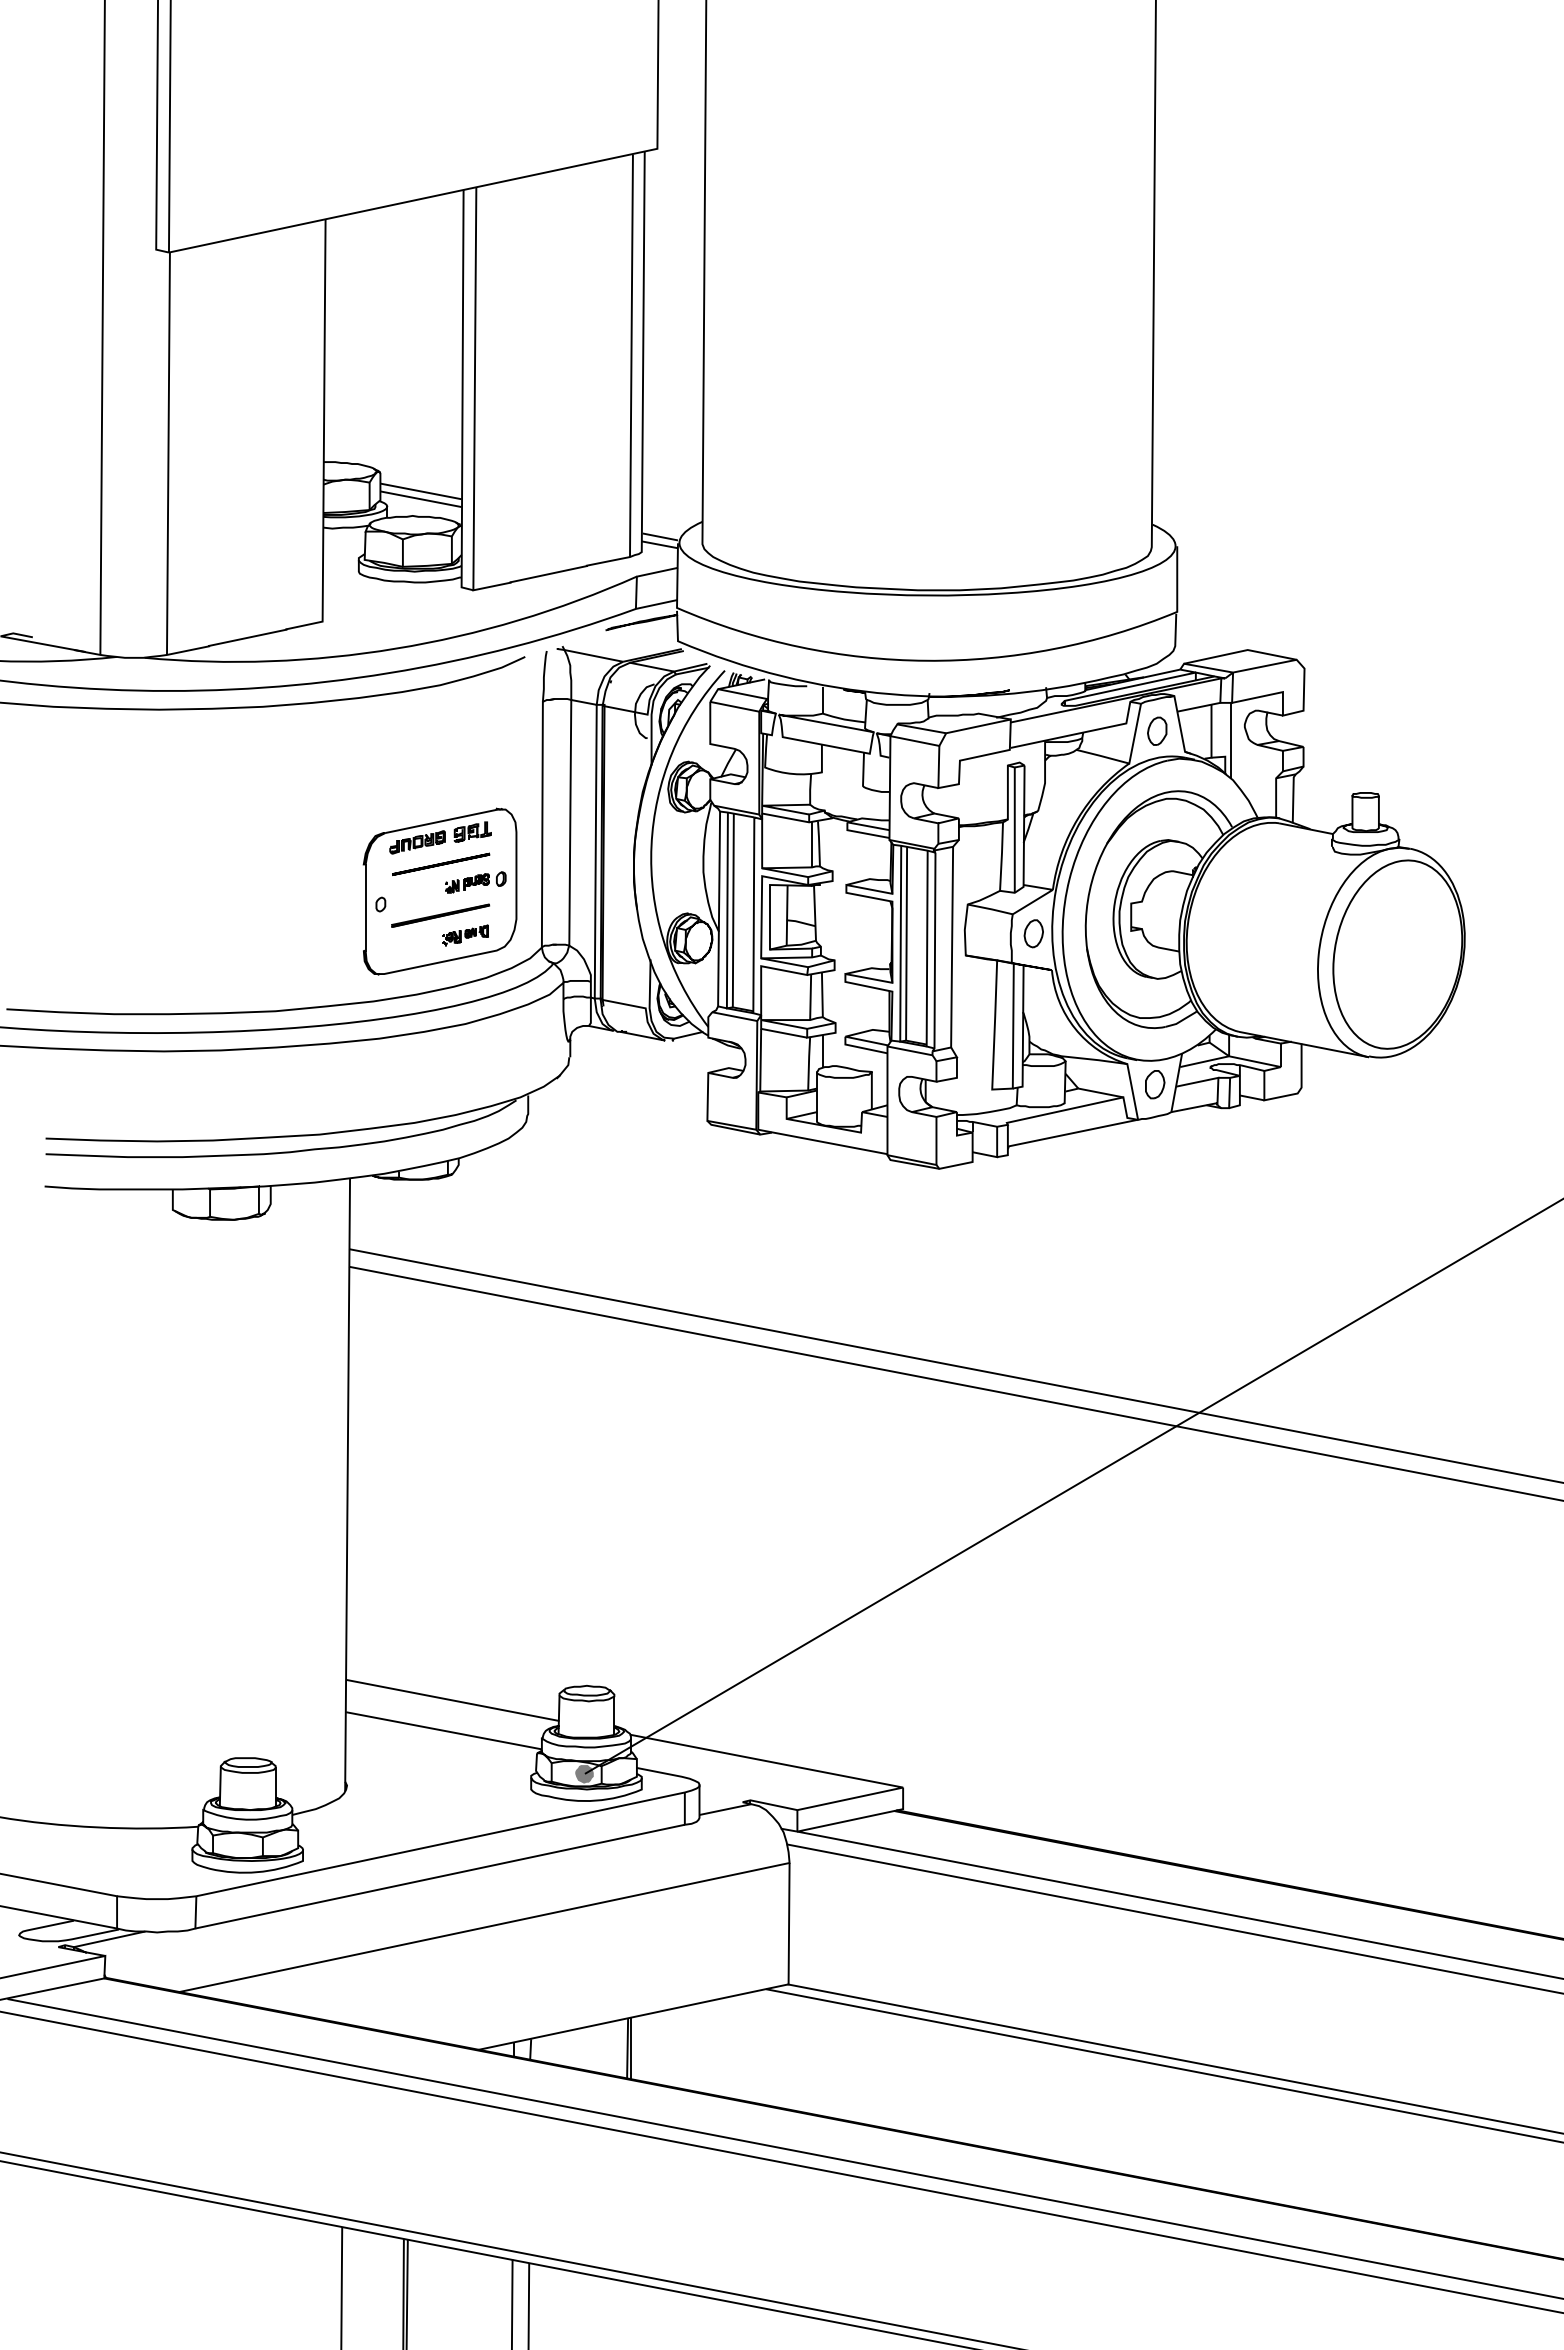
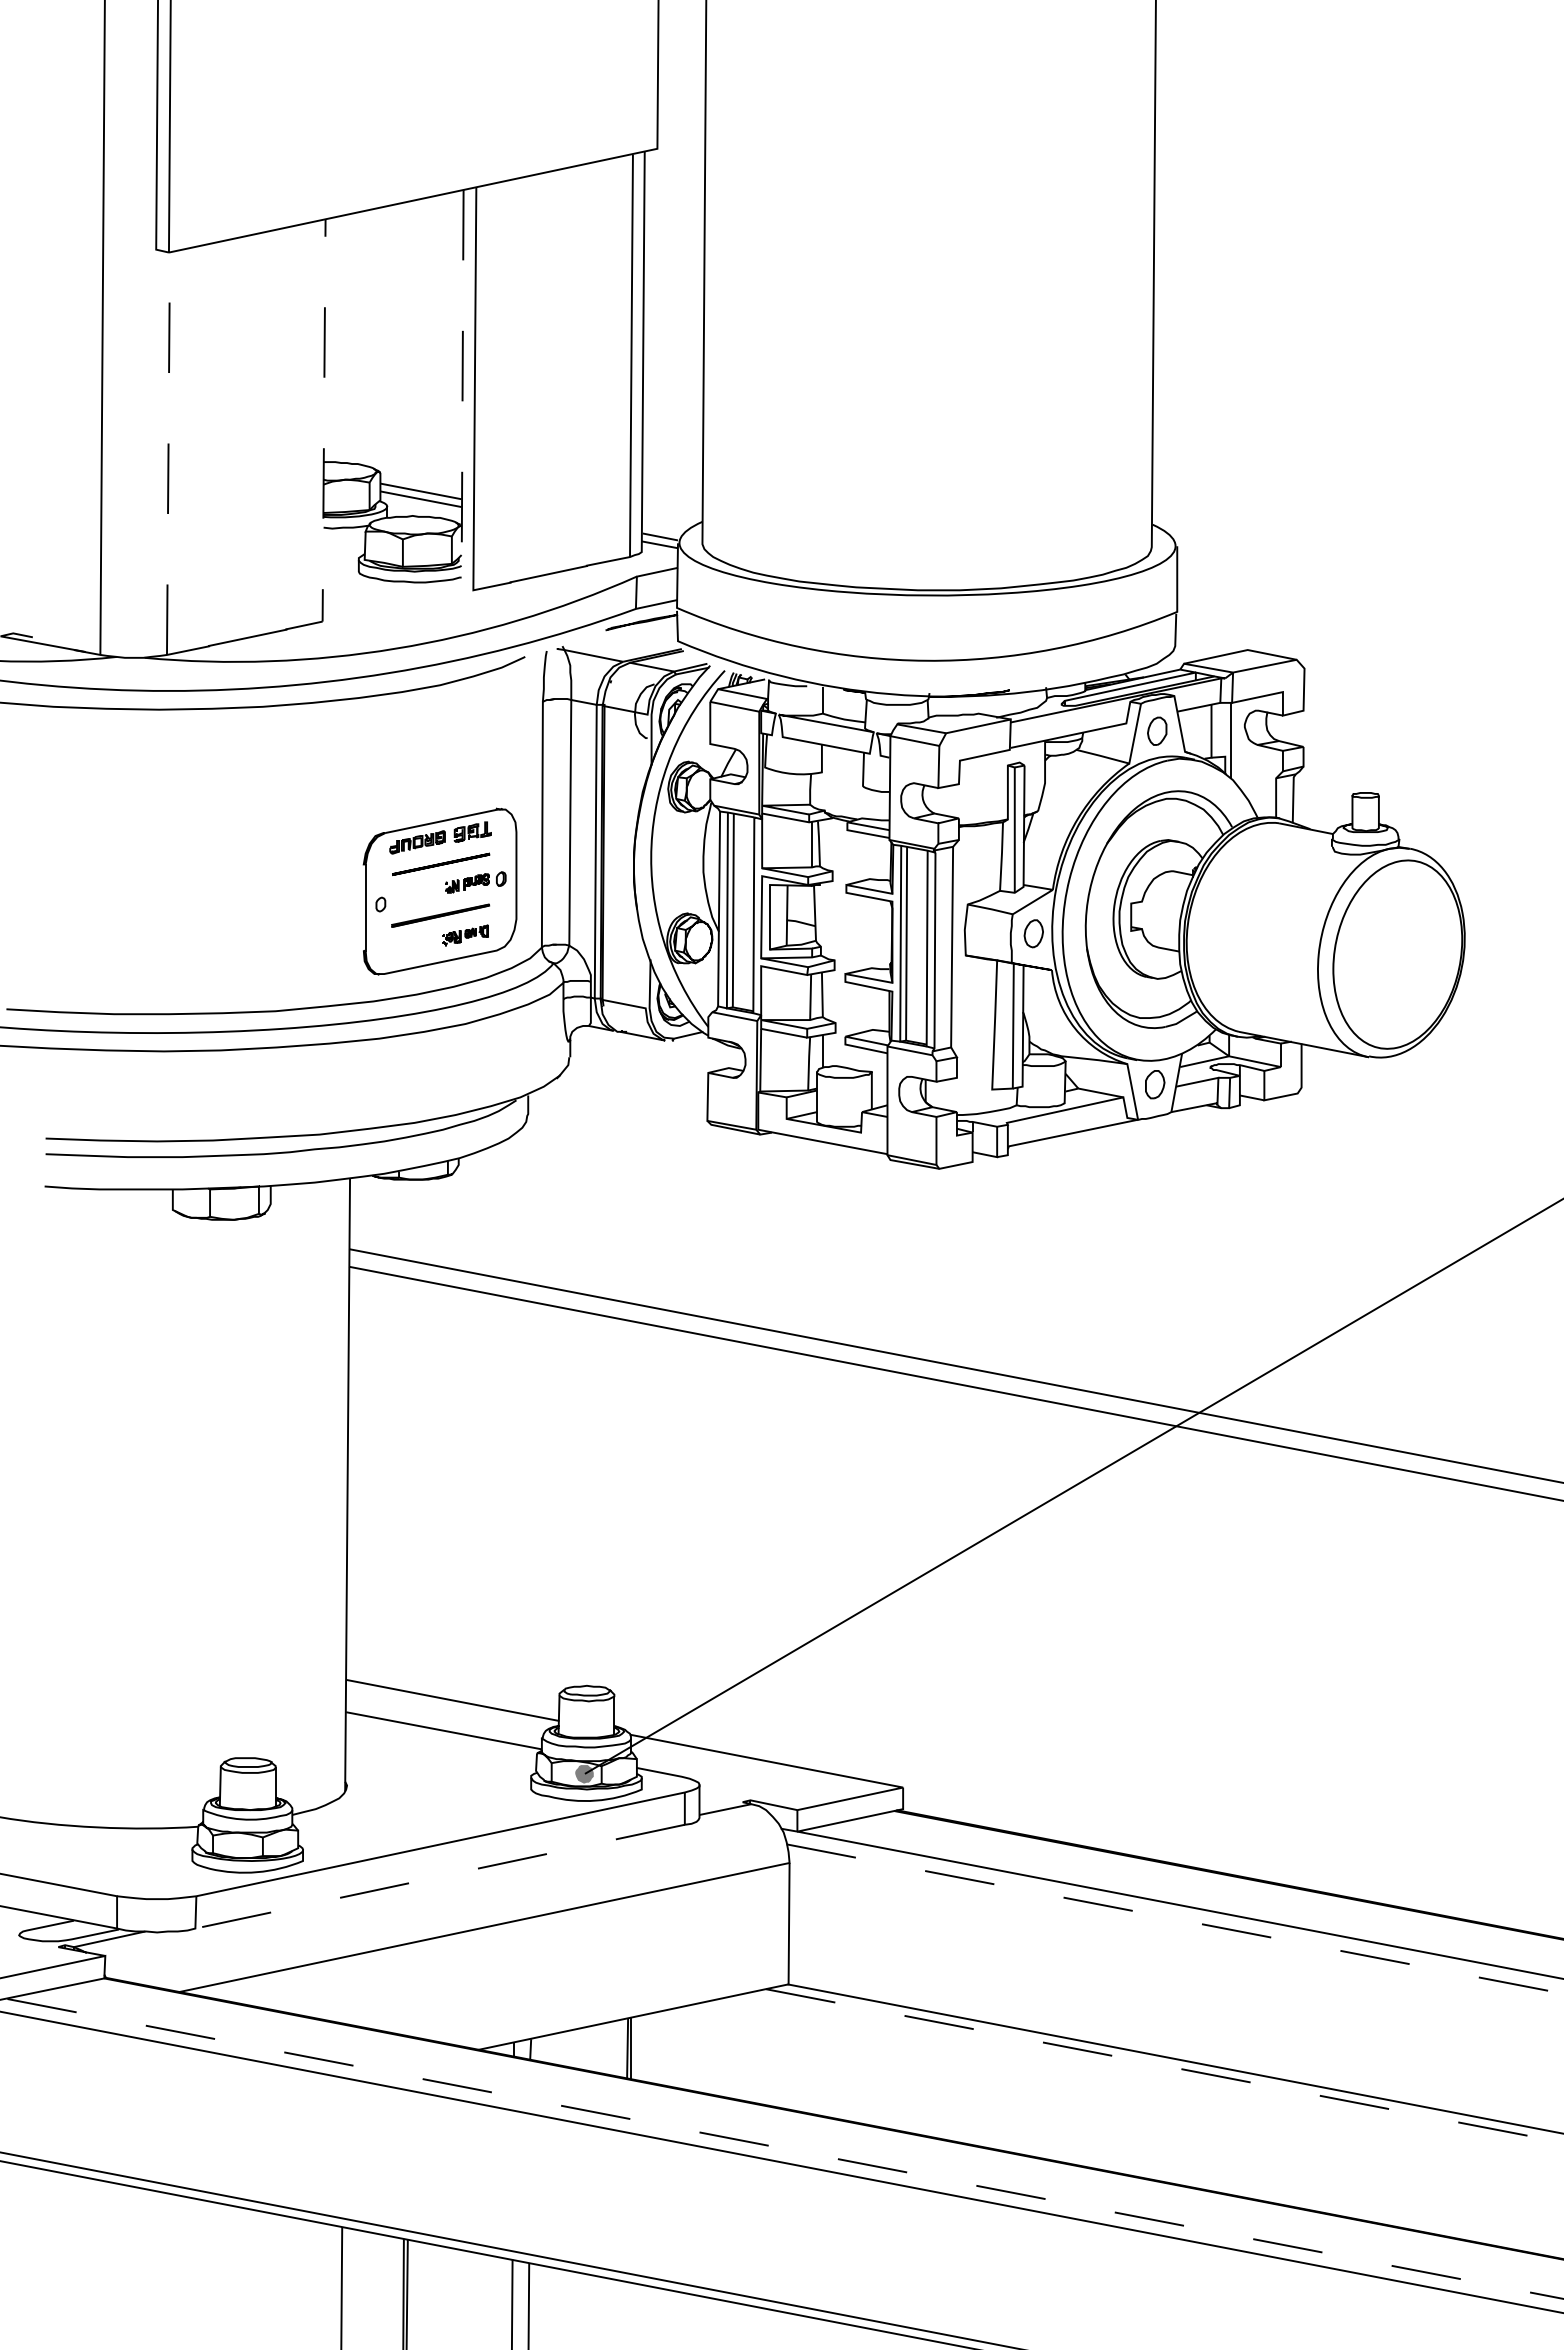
line at (462, 395): solid -> dashed
line at (323, 439): solid -> dashed
line at (168, 453): solid -> dashed
line at (439, 1876): solid -> dashed
line at (1175, 1919): solid -> dashed
line at (1164, 2065): solid -> dashed
line at (785, 2149): solid -> dashed
